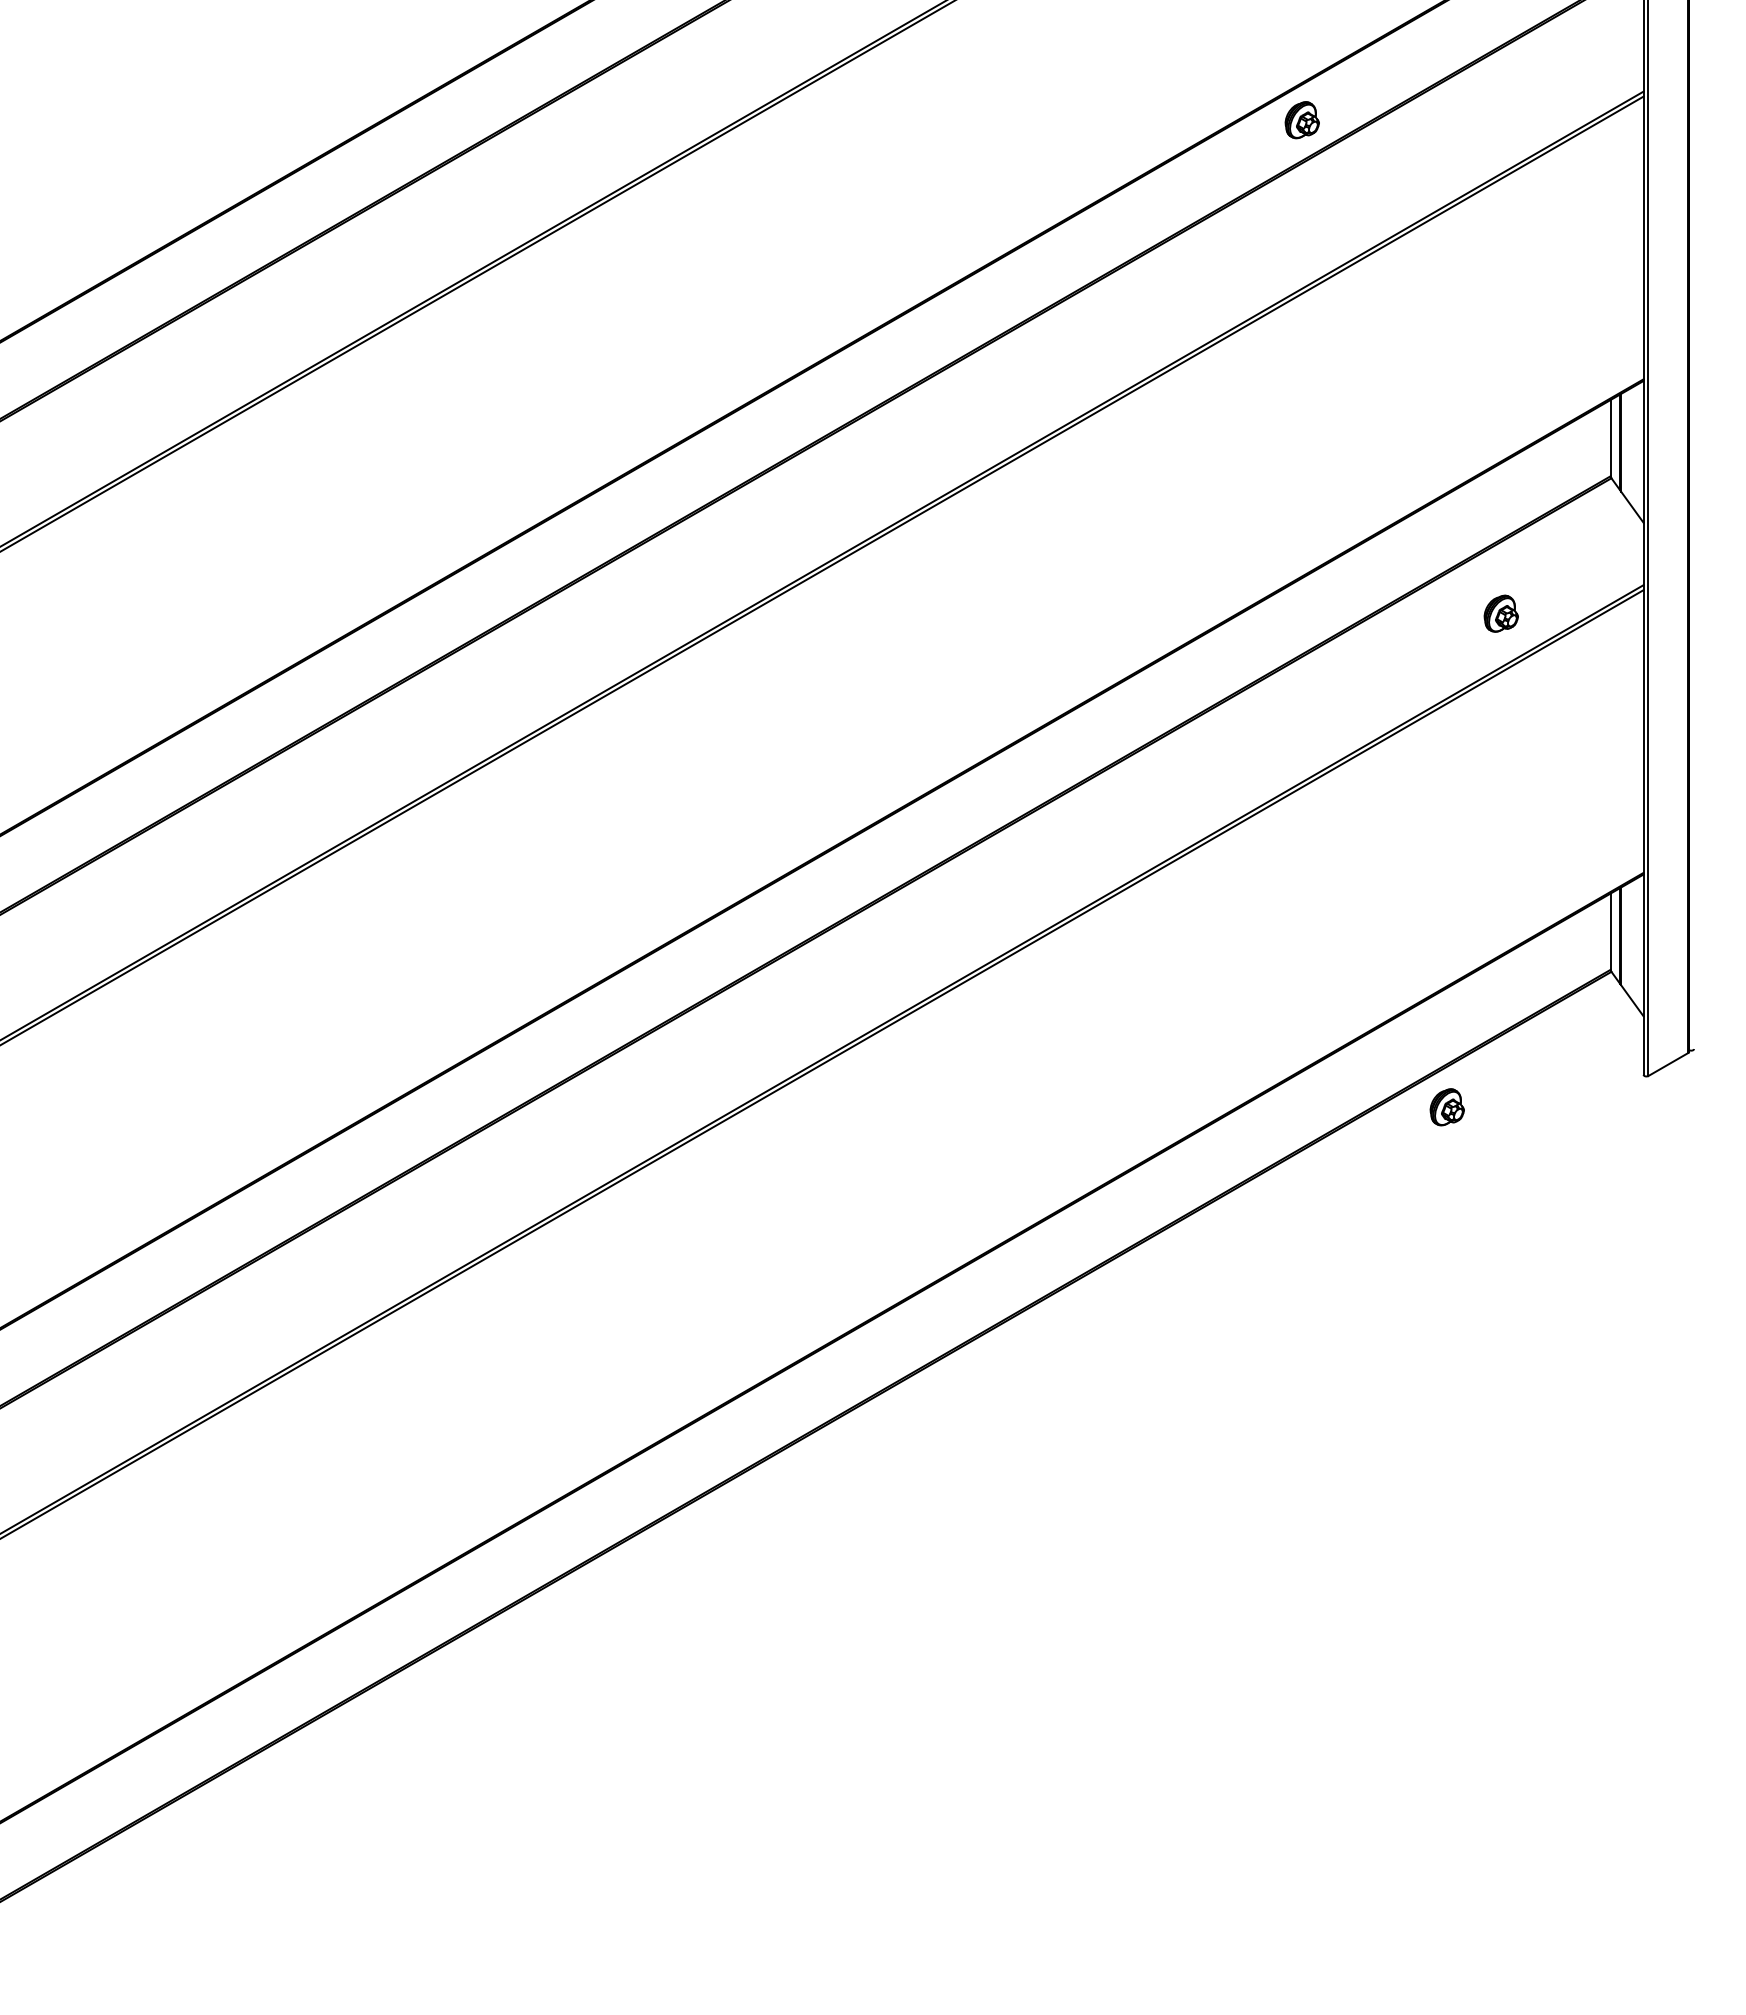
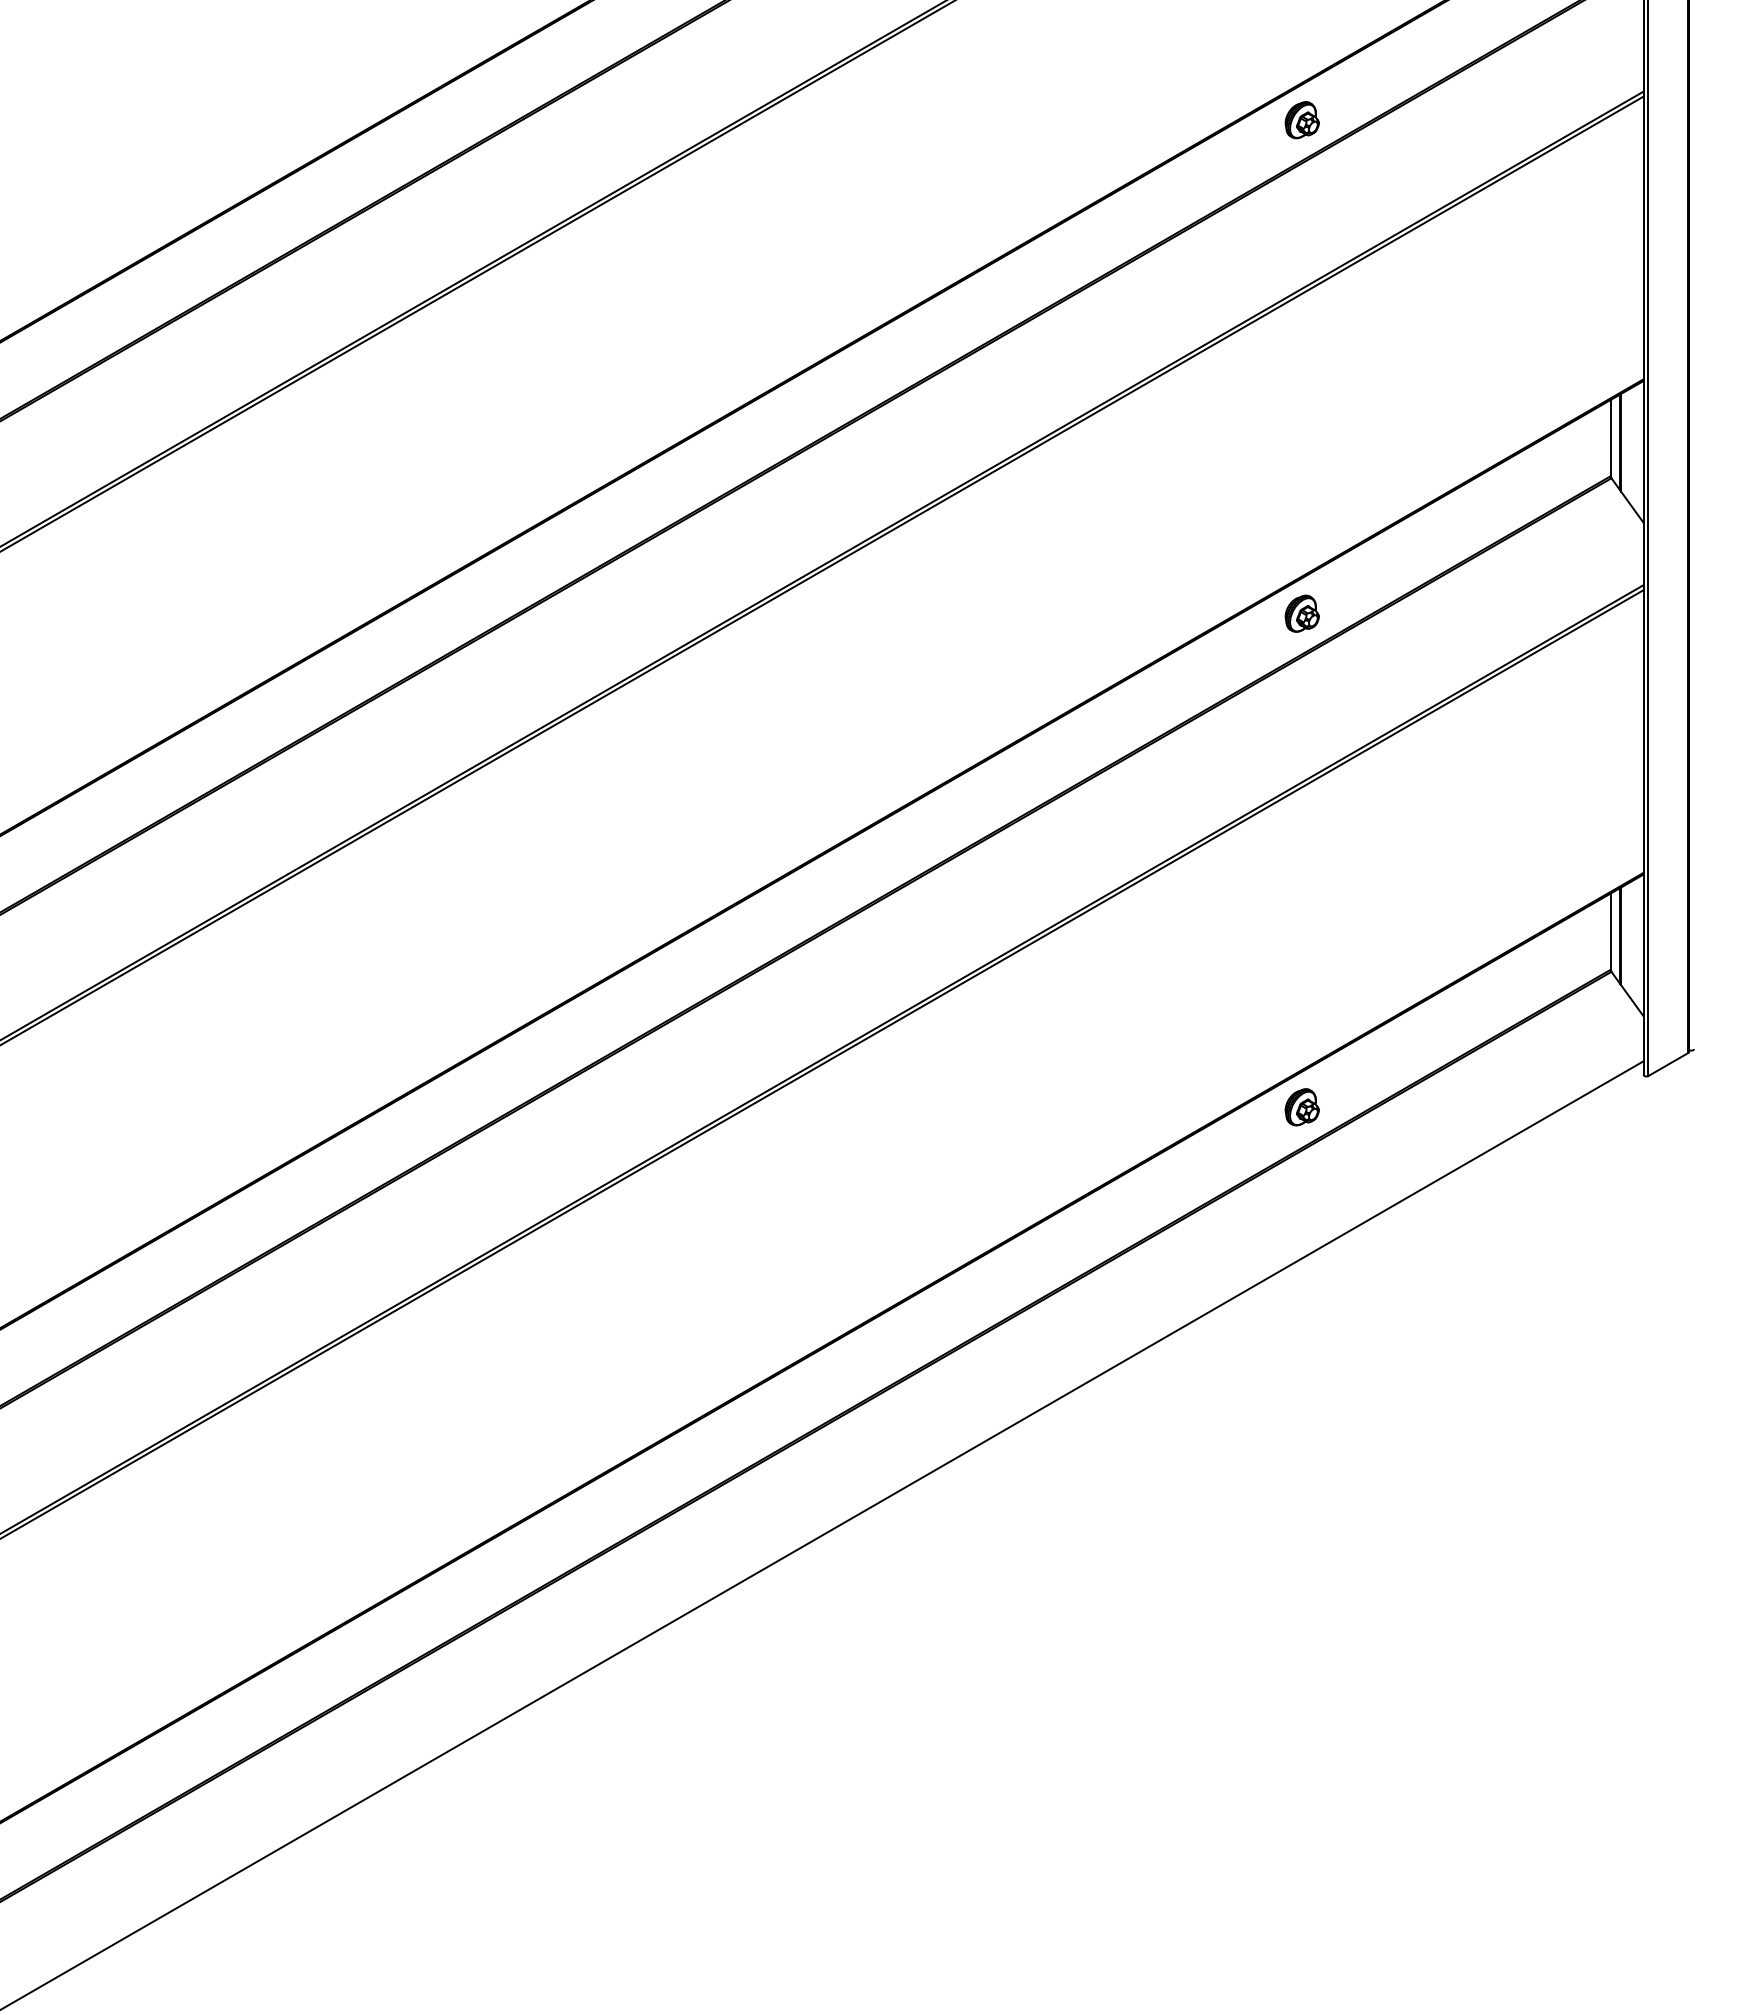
part at (1500, 613) position: (1500, 613) -> (1301, 613)
part at (1446, 1107) position: (1446, 1107) -> (1301, 1107)
line at (822, 1534): none -> present
